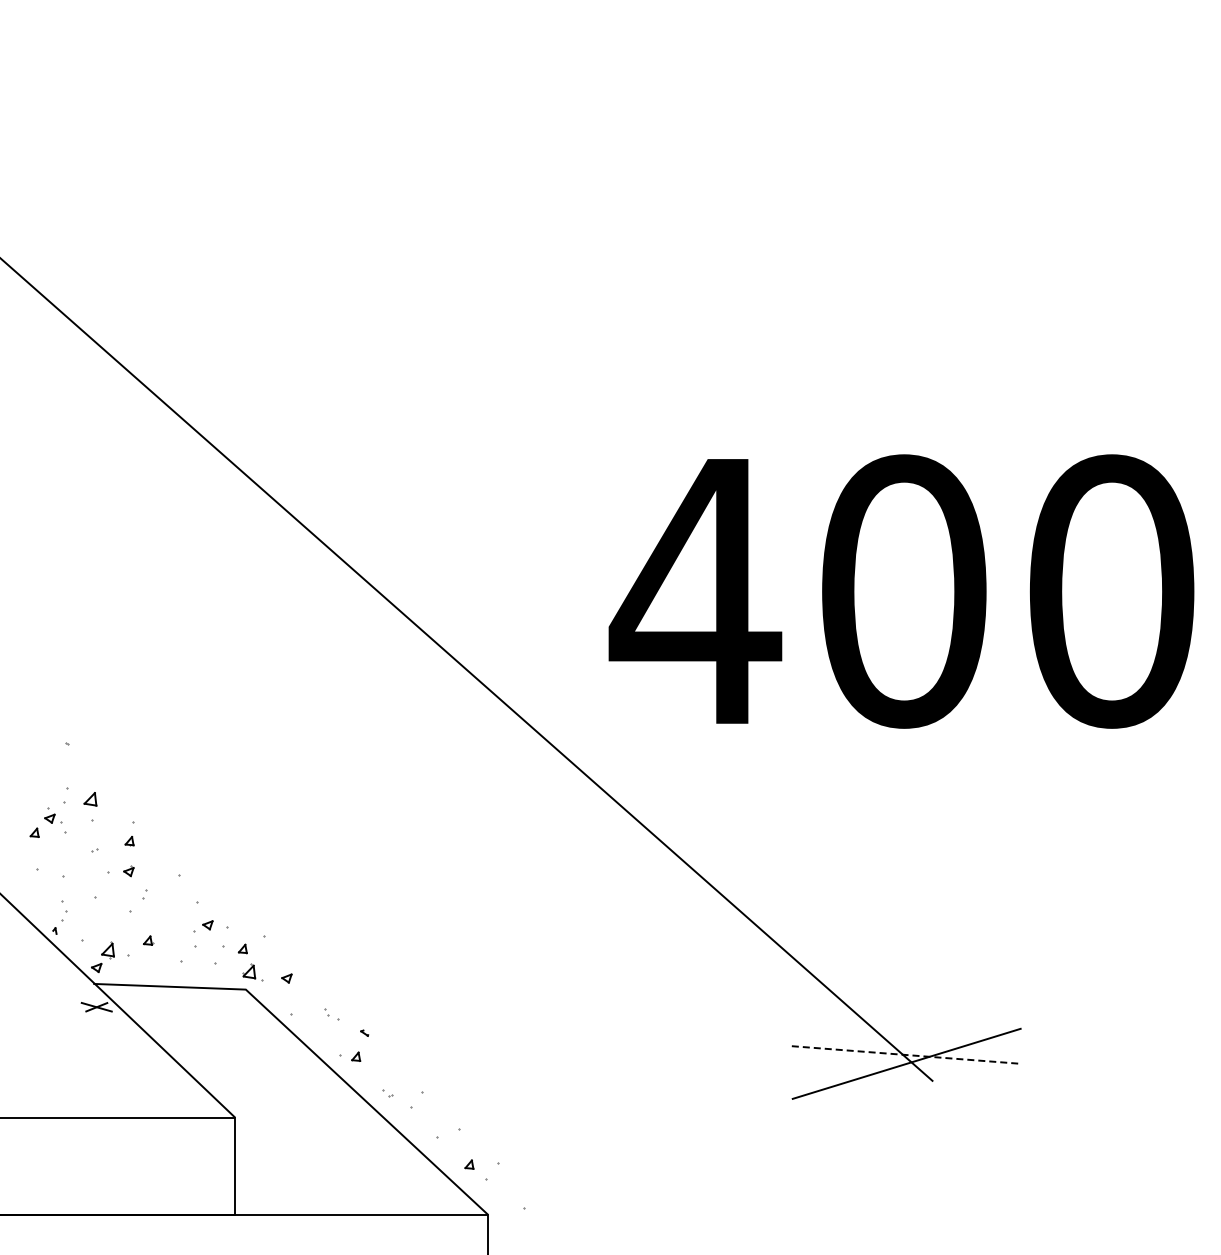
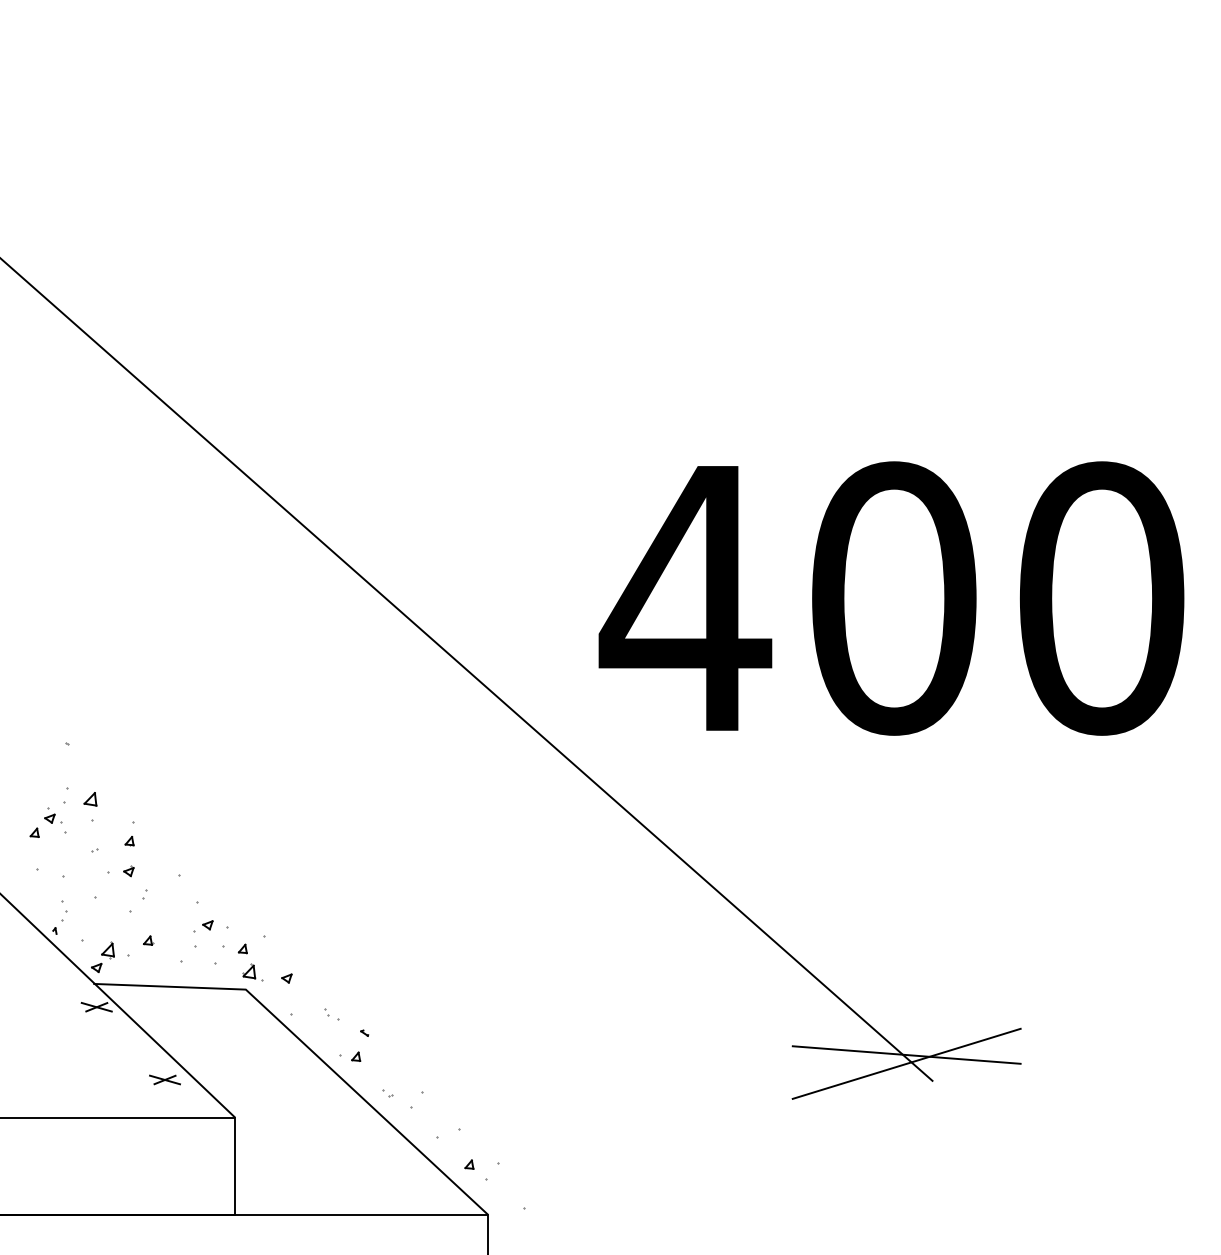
text at (901, 591) position: (901, 591) -> (891, 598)
line at (907, 1055): dashed -> solid
part at (164, 1079): none -> present
